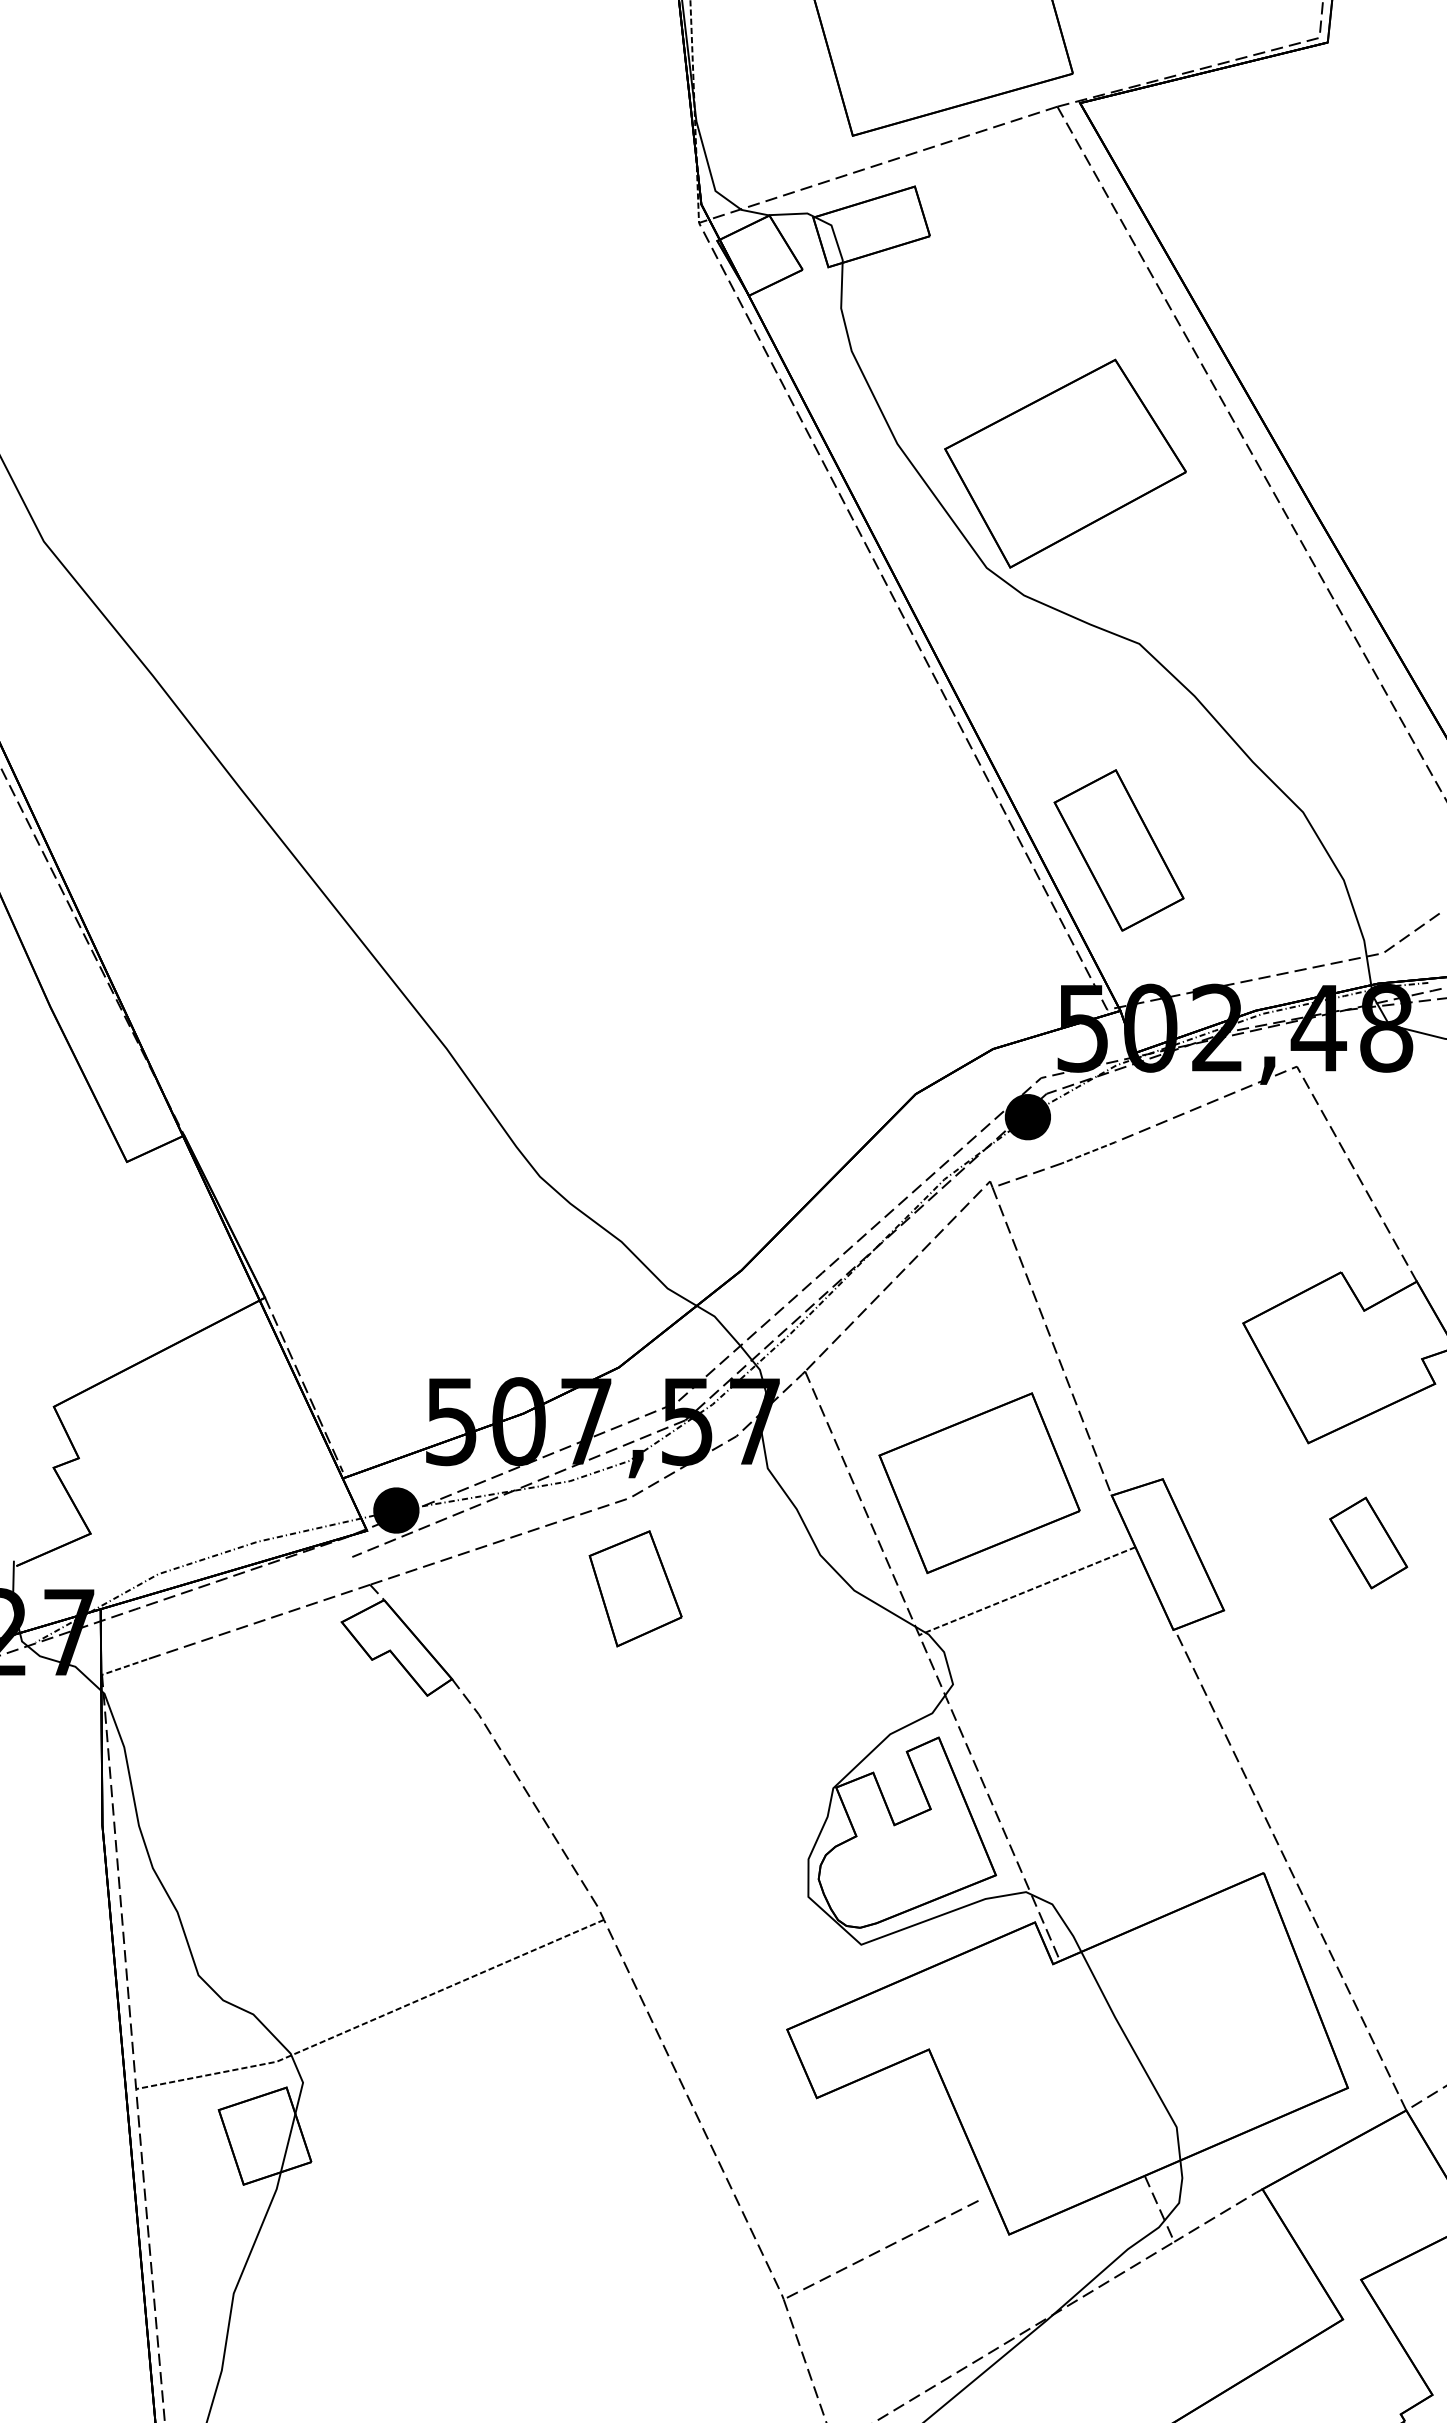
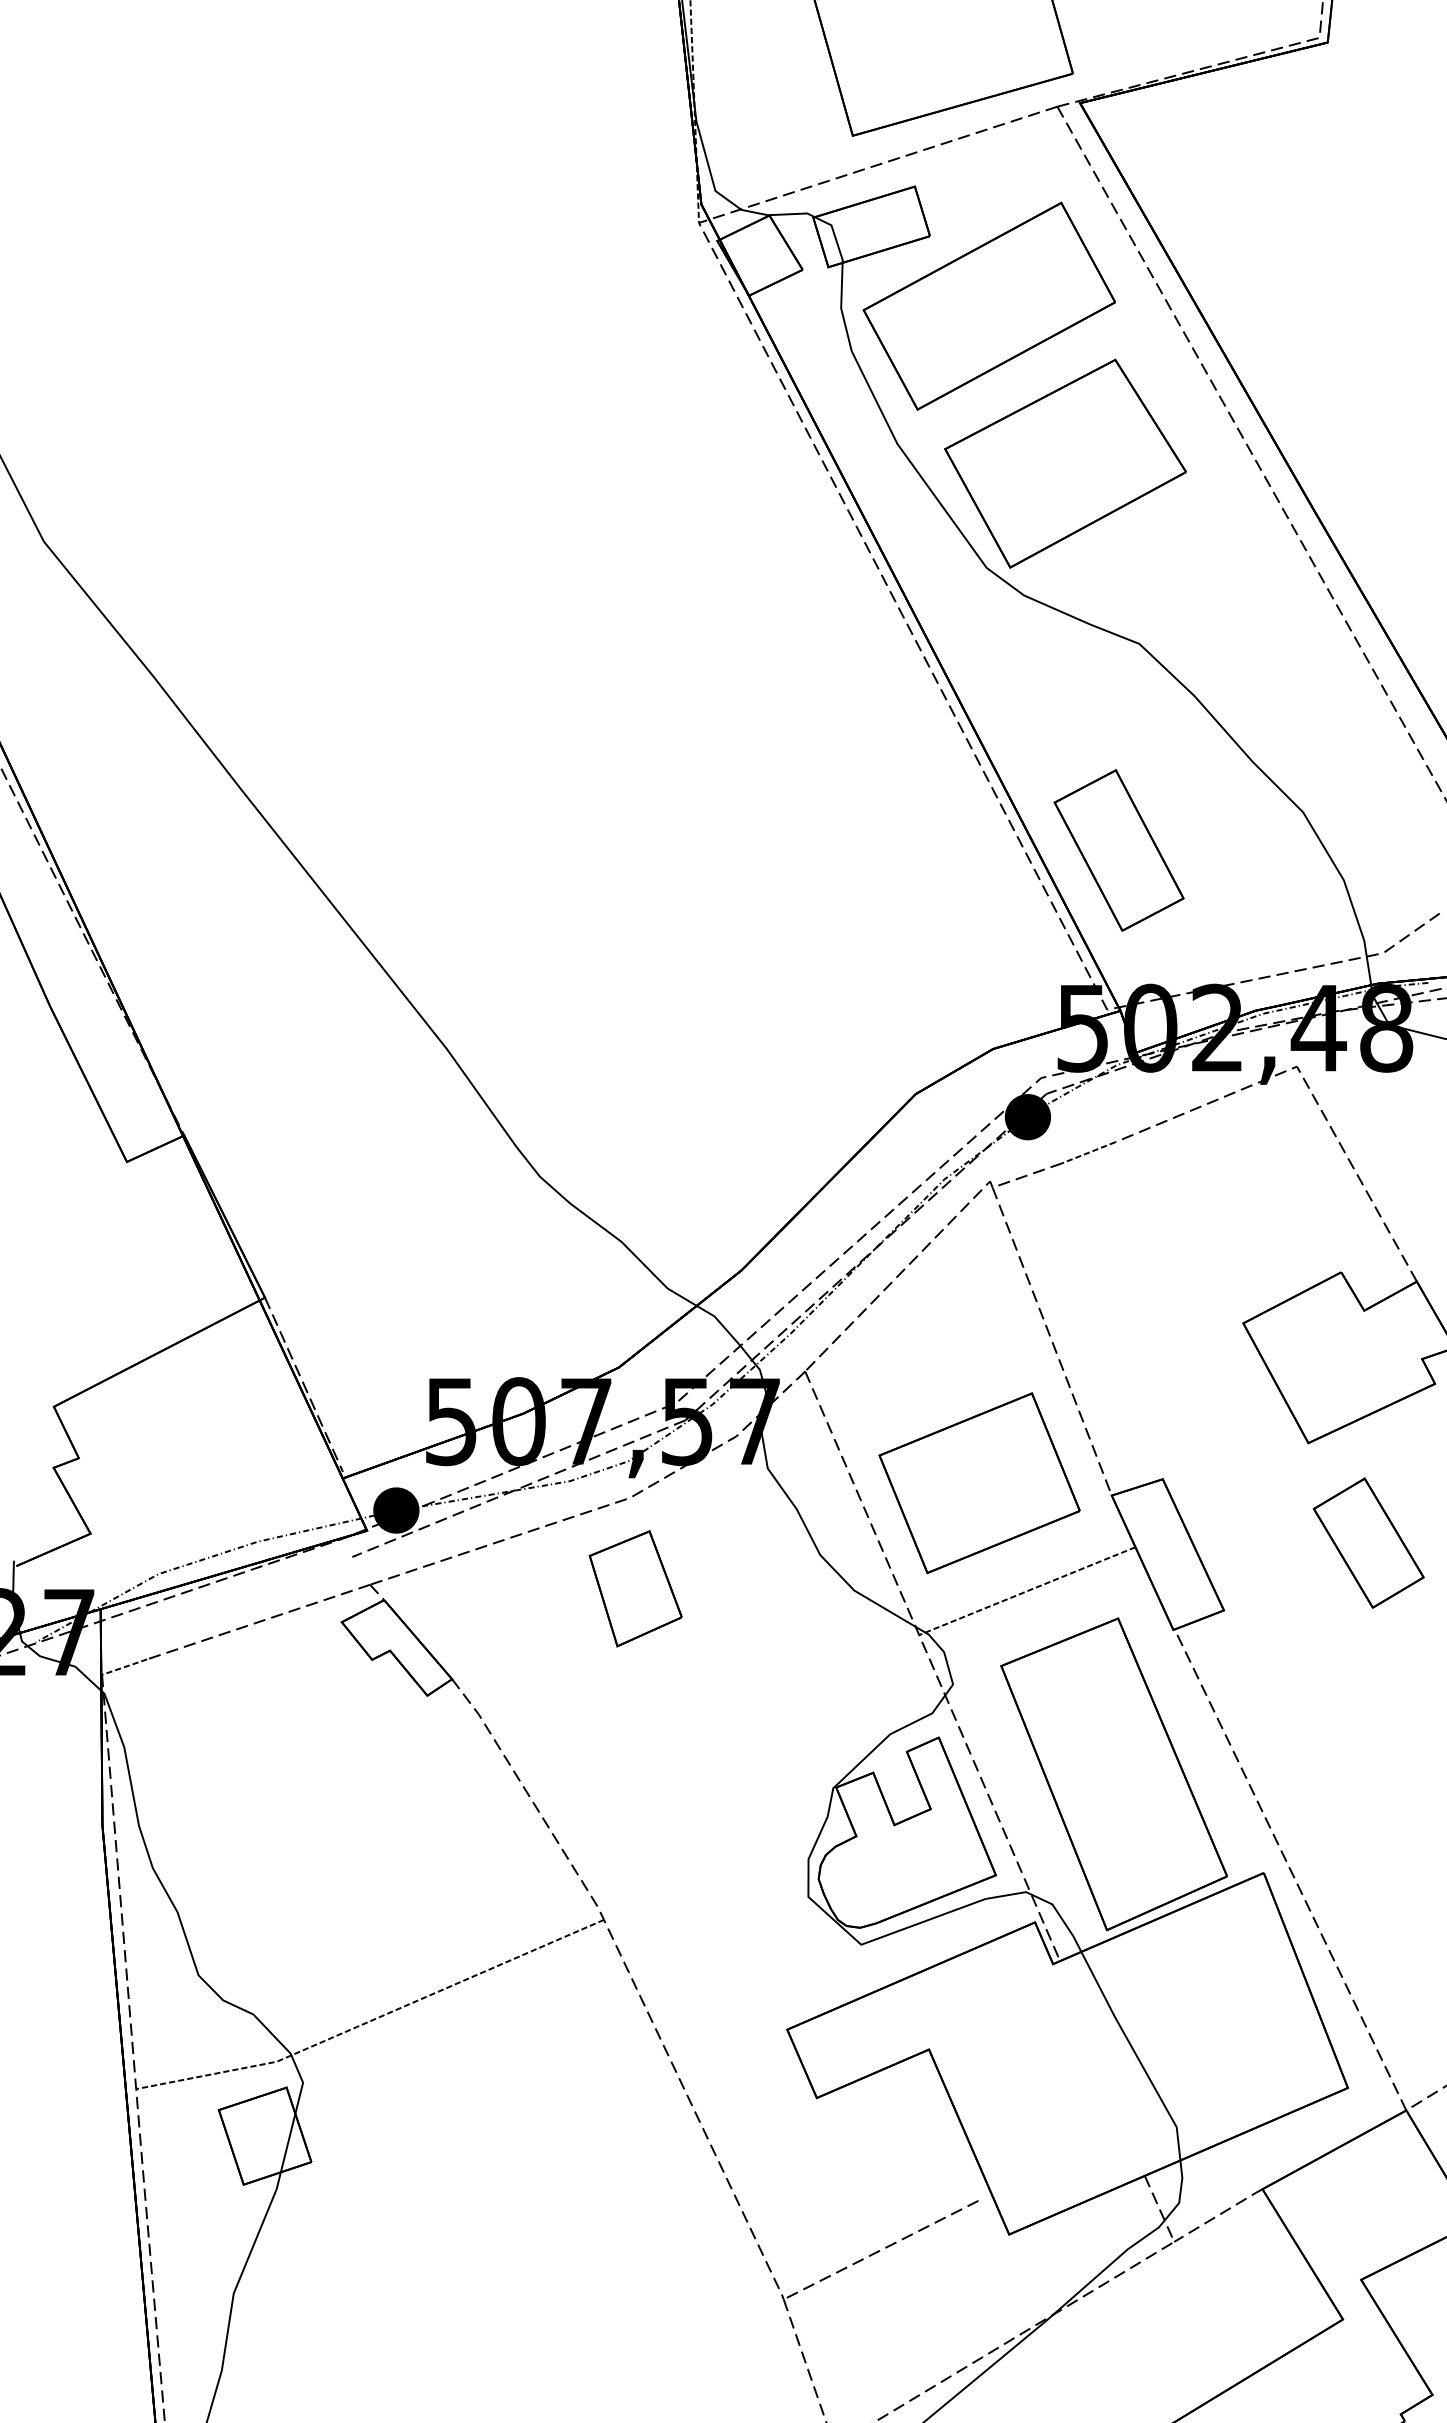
part at (988, 305): none -> present
part at (1368, 1542) size: 80x94 px -> 113x132 px
part at (1113, 1774): none -> present
